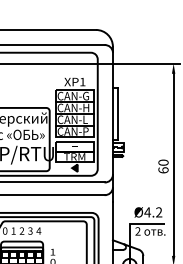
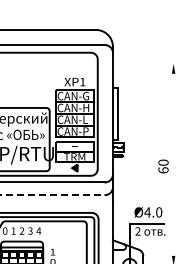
line at (90, 63): present -> none
line at (173, 164): present -> none
line at (52, 195): solid -> dashed
text at (159, 212): Ø4.2 -> Ø4.0
